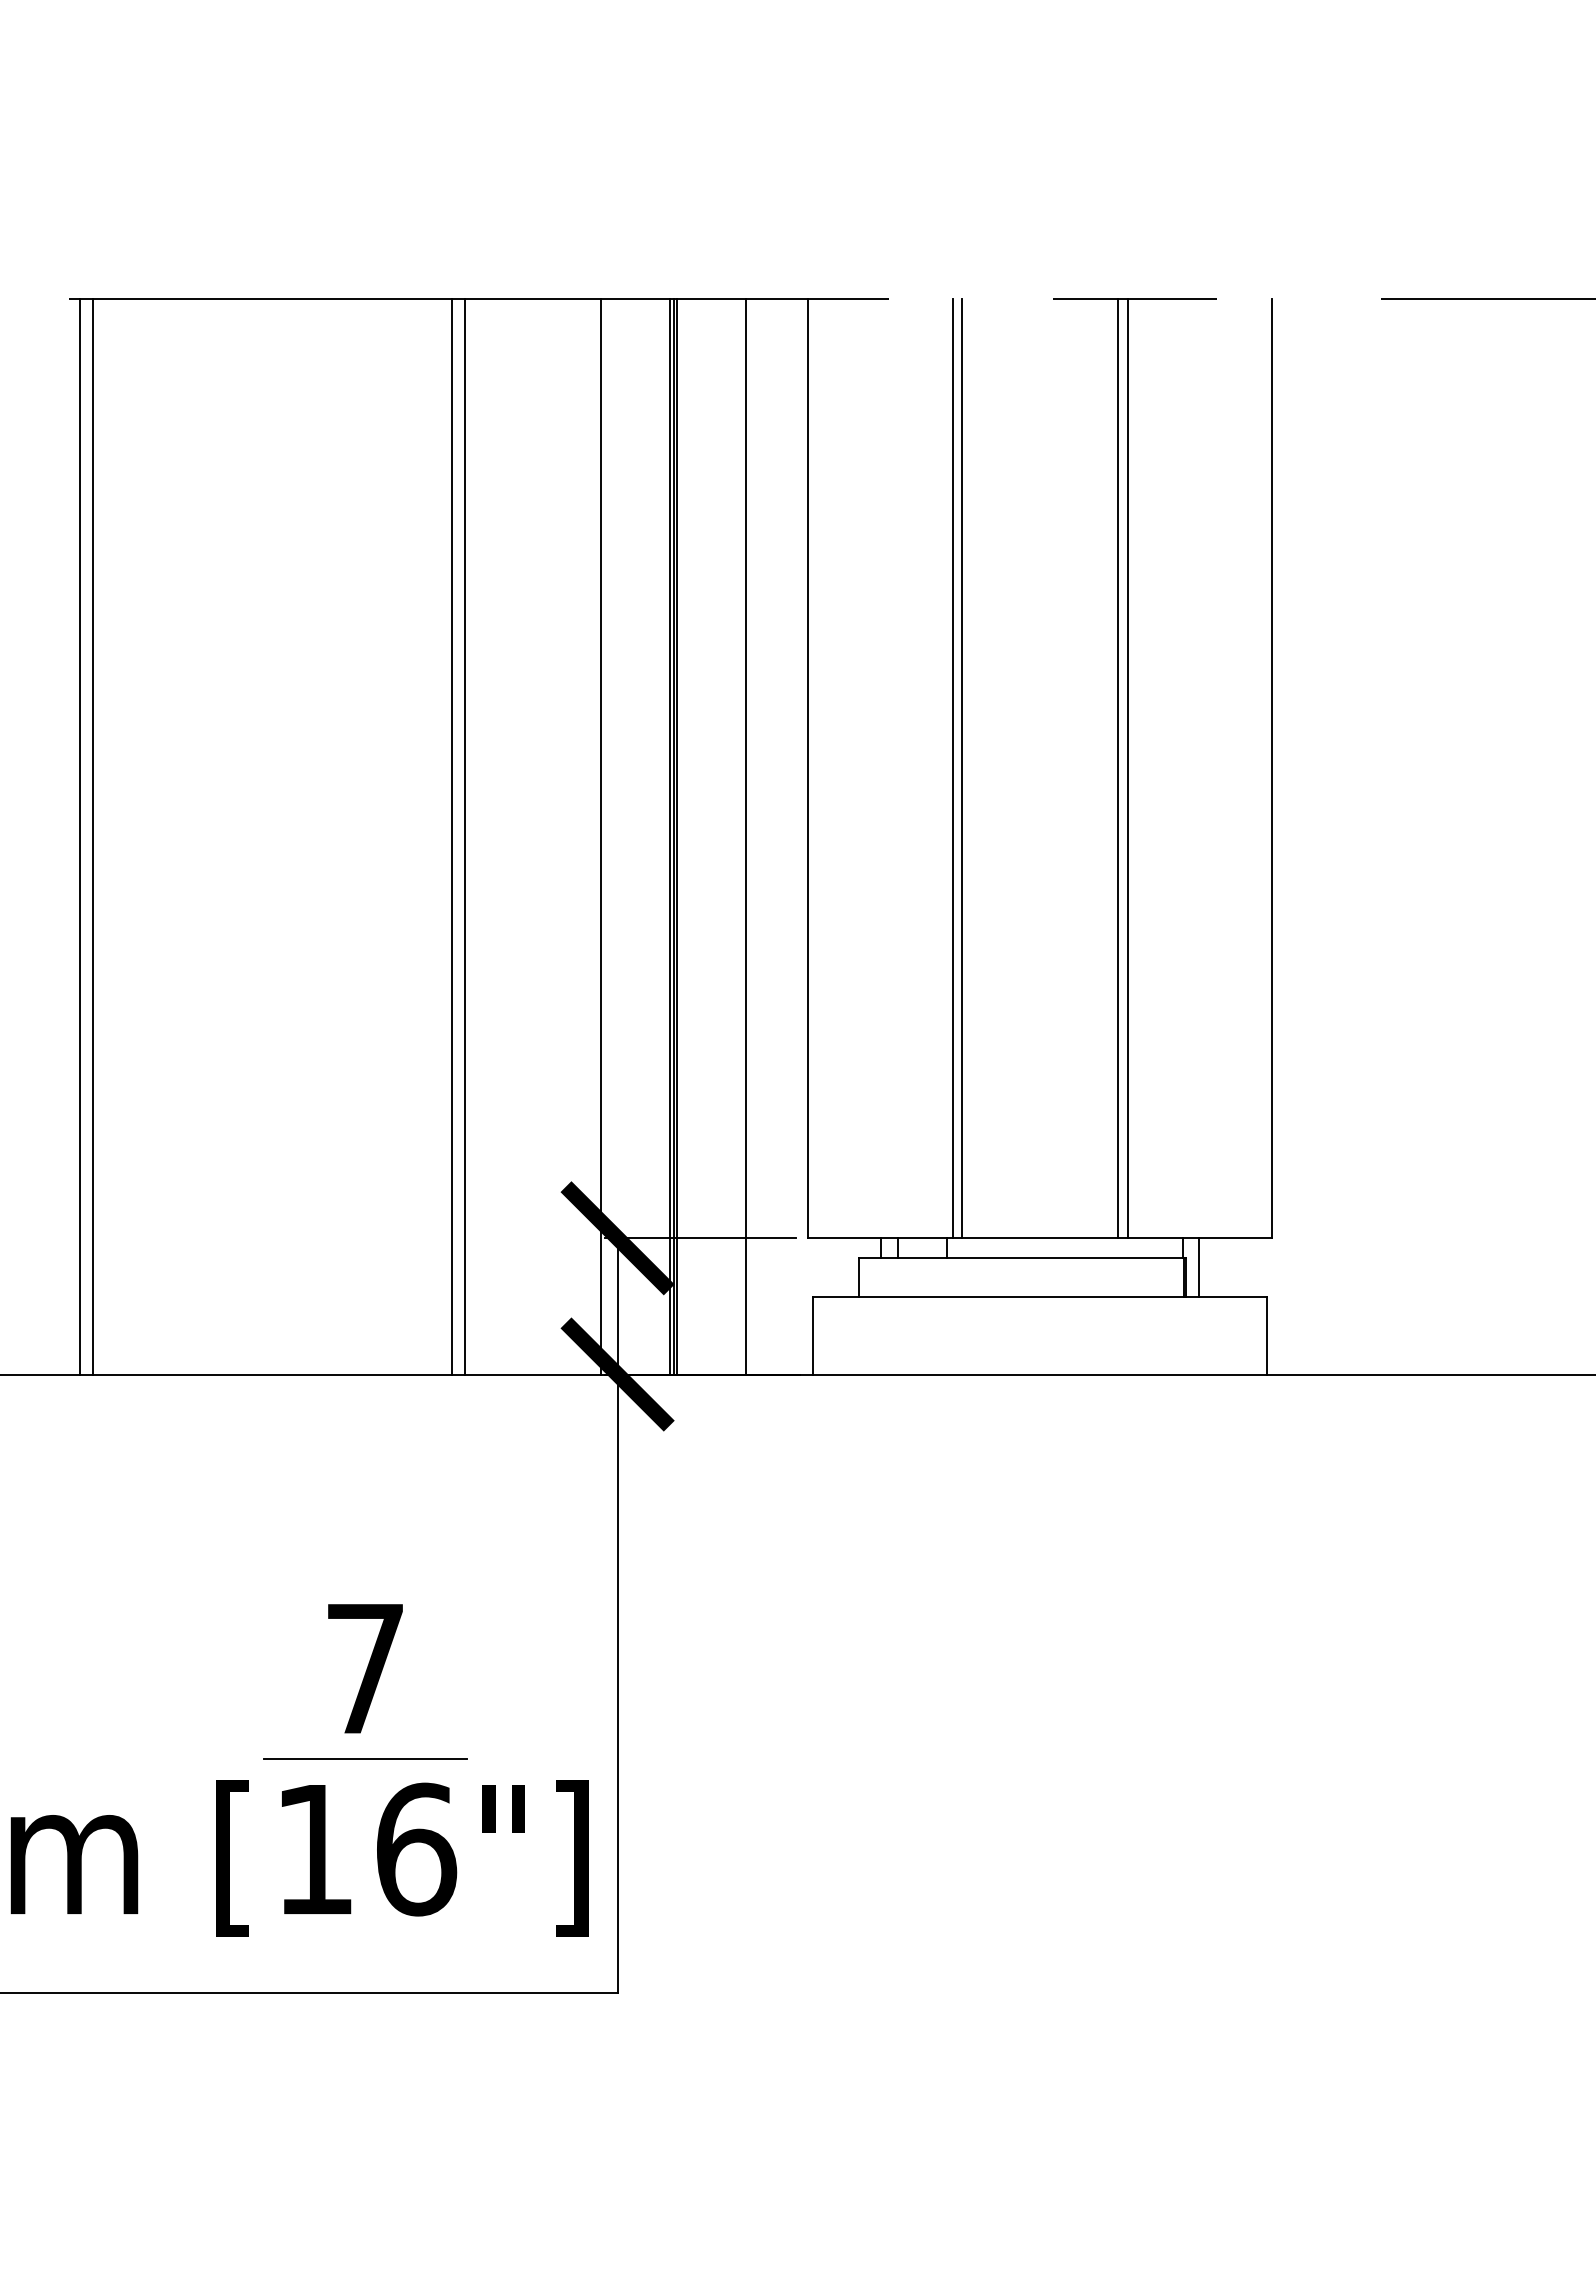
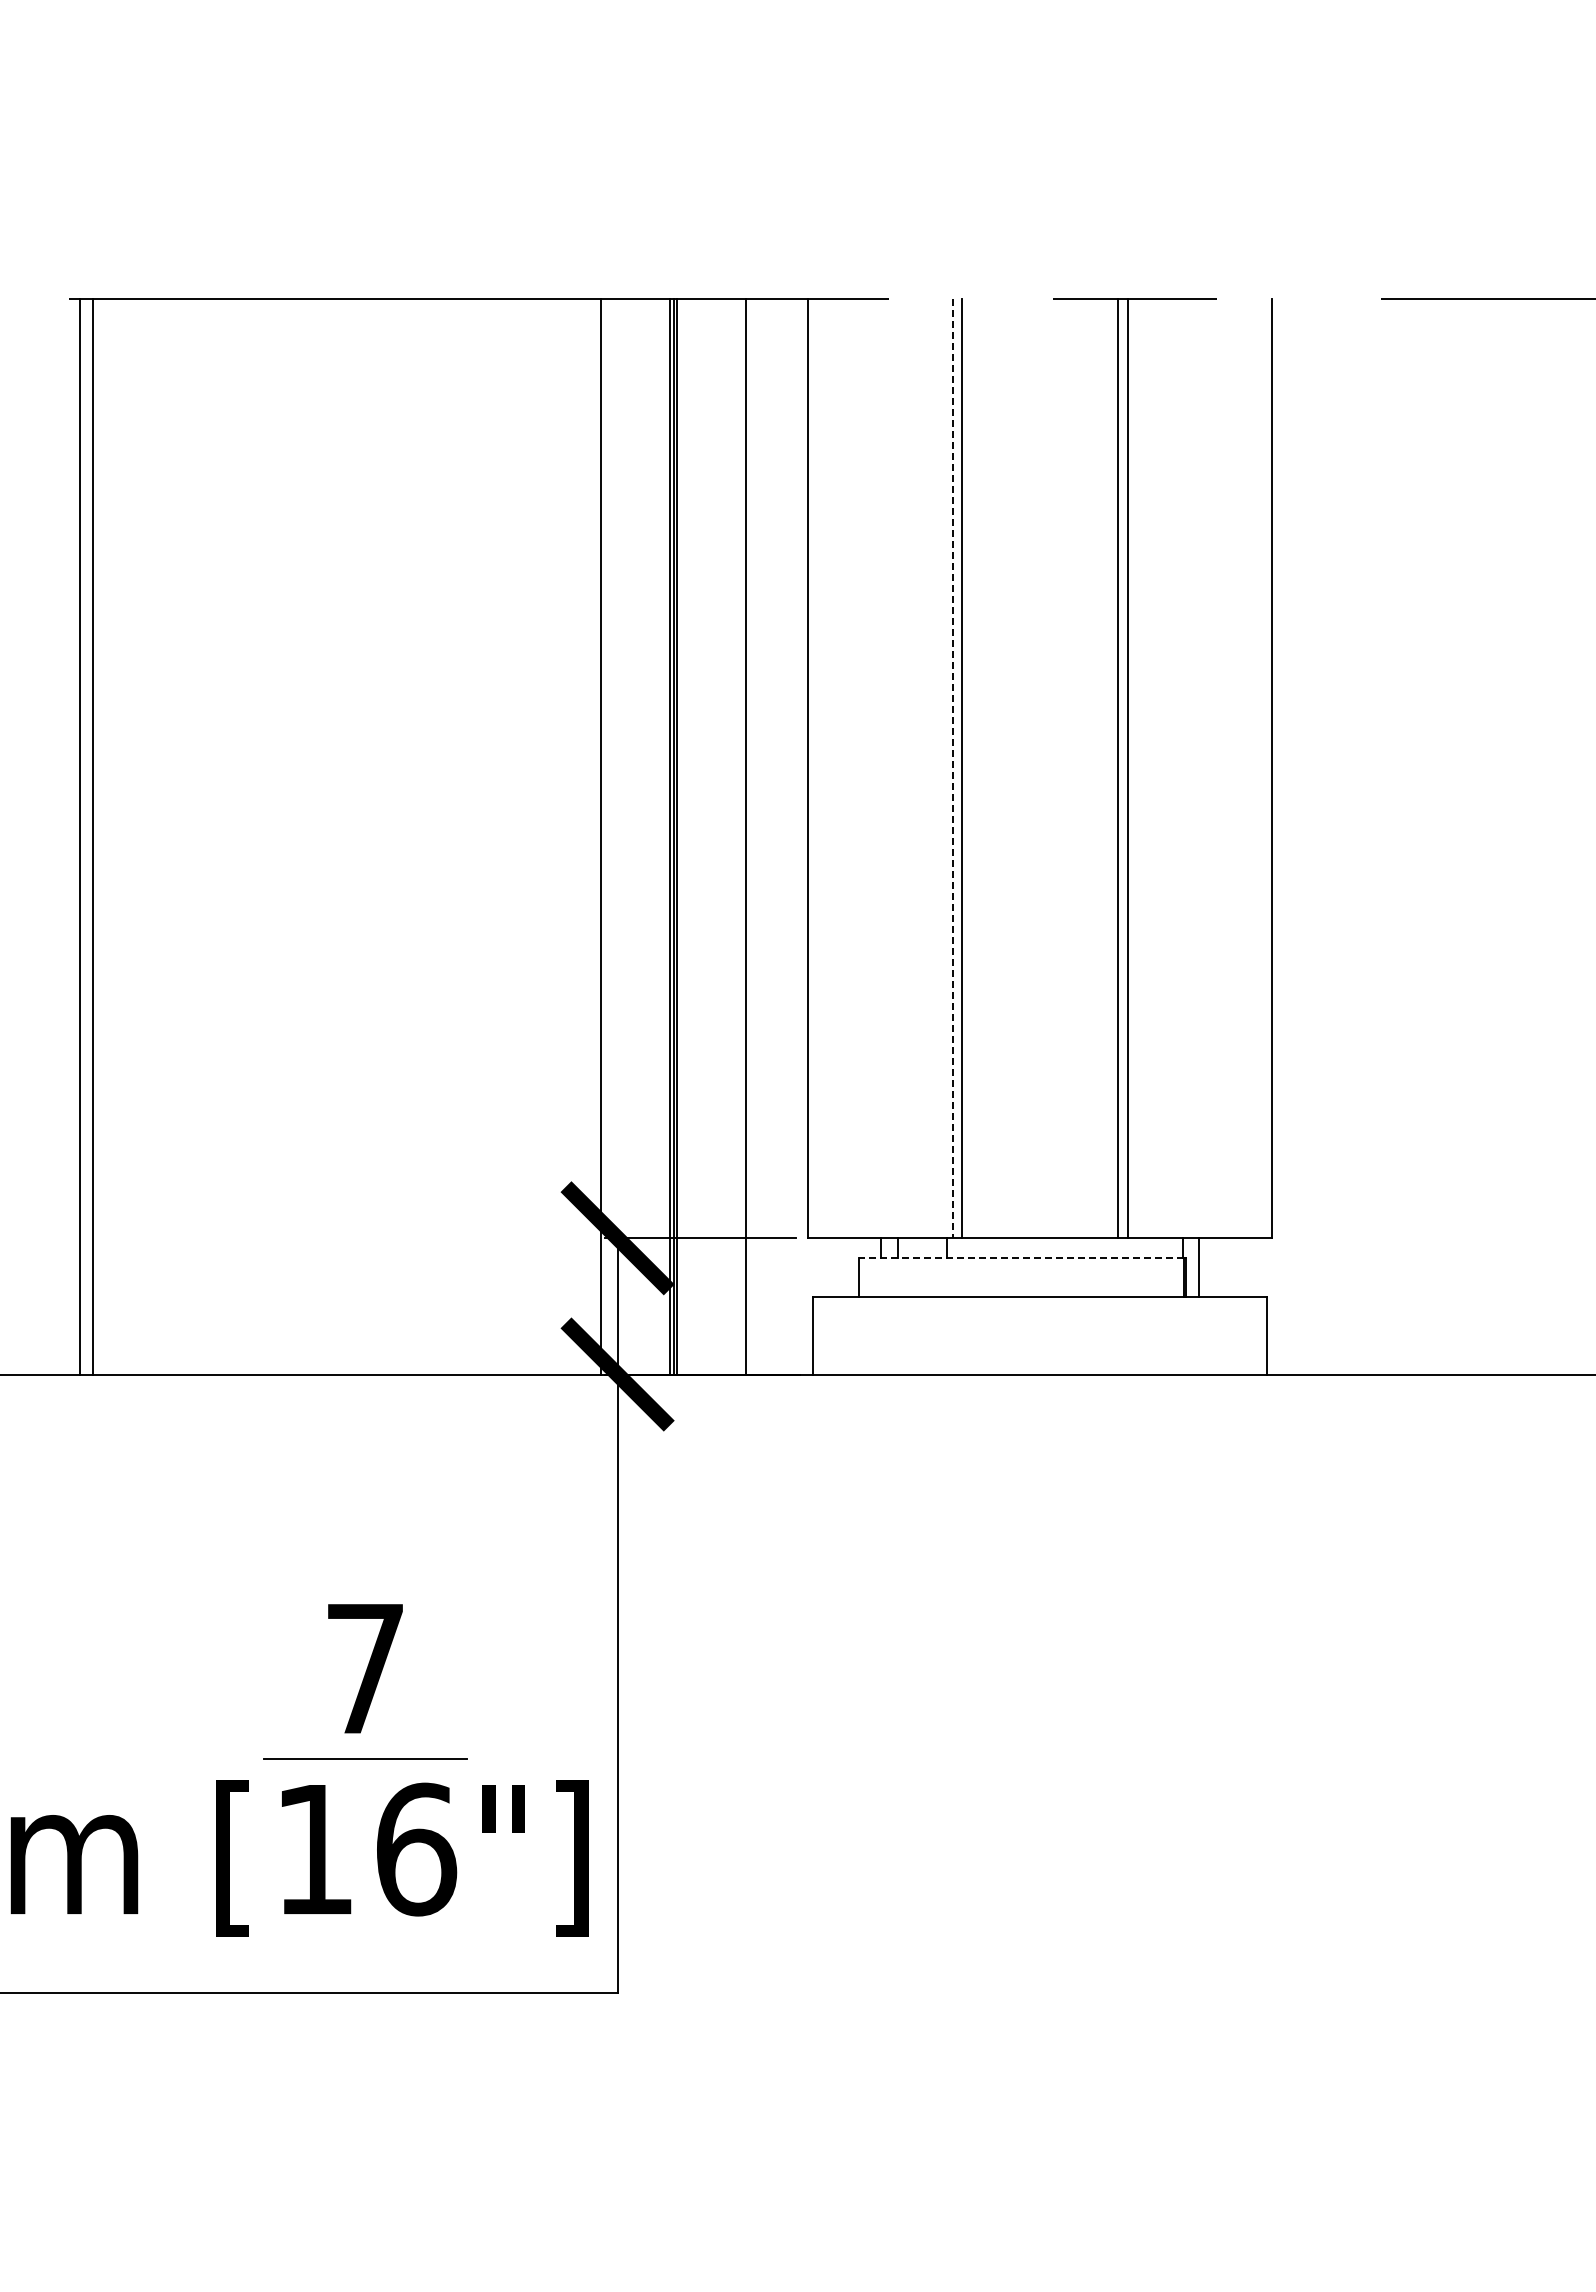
line at (952, 768): solid -> dashed
line at (452, 836): present -> none
line at (465, 836): present -> none
line at (1021, 1257): solid -> dashed
